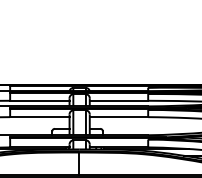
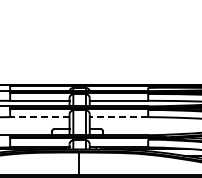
line at (39, 117): solid -> dashed
line at (118, 117): solid -> dashed
